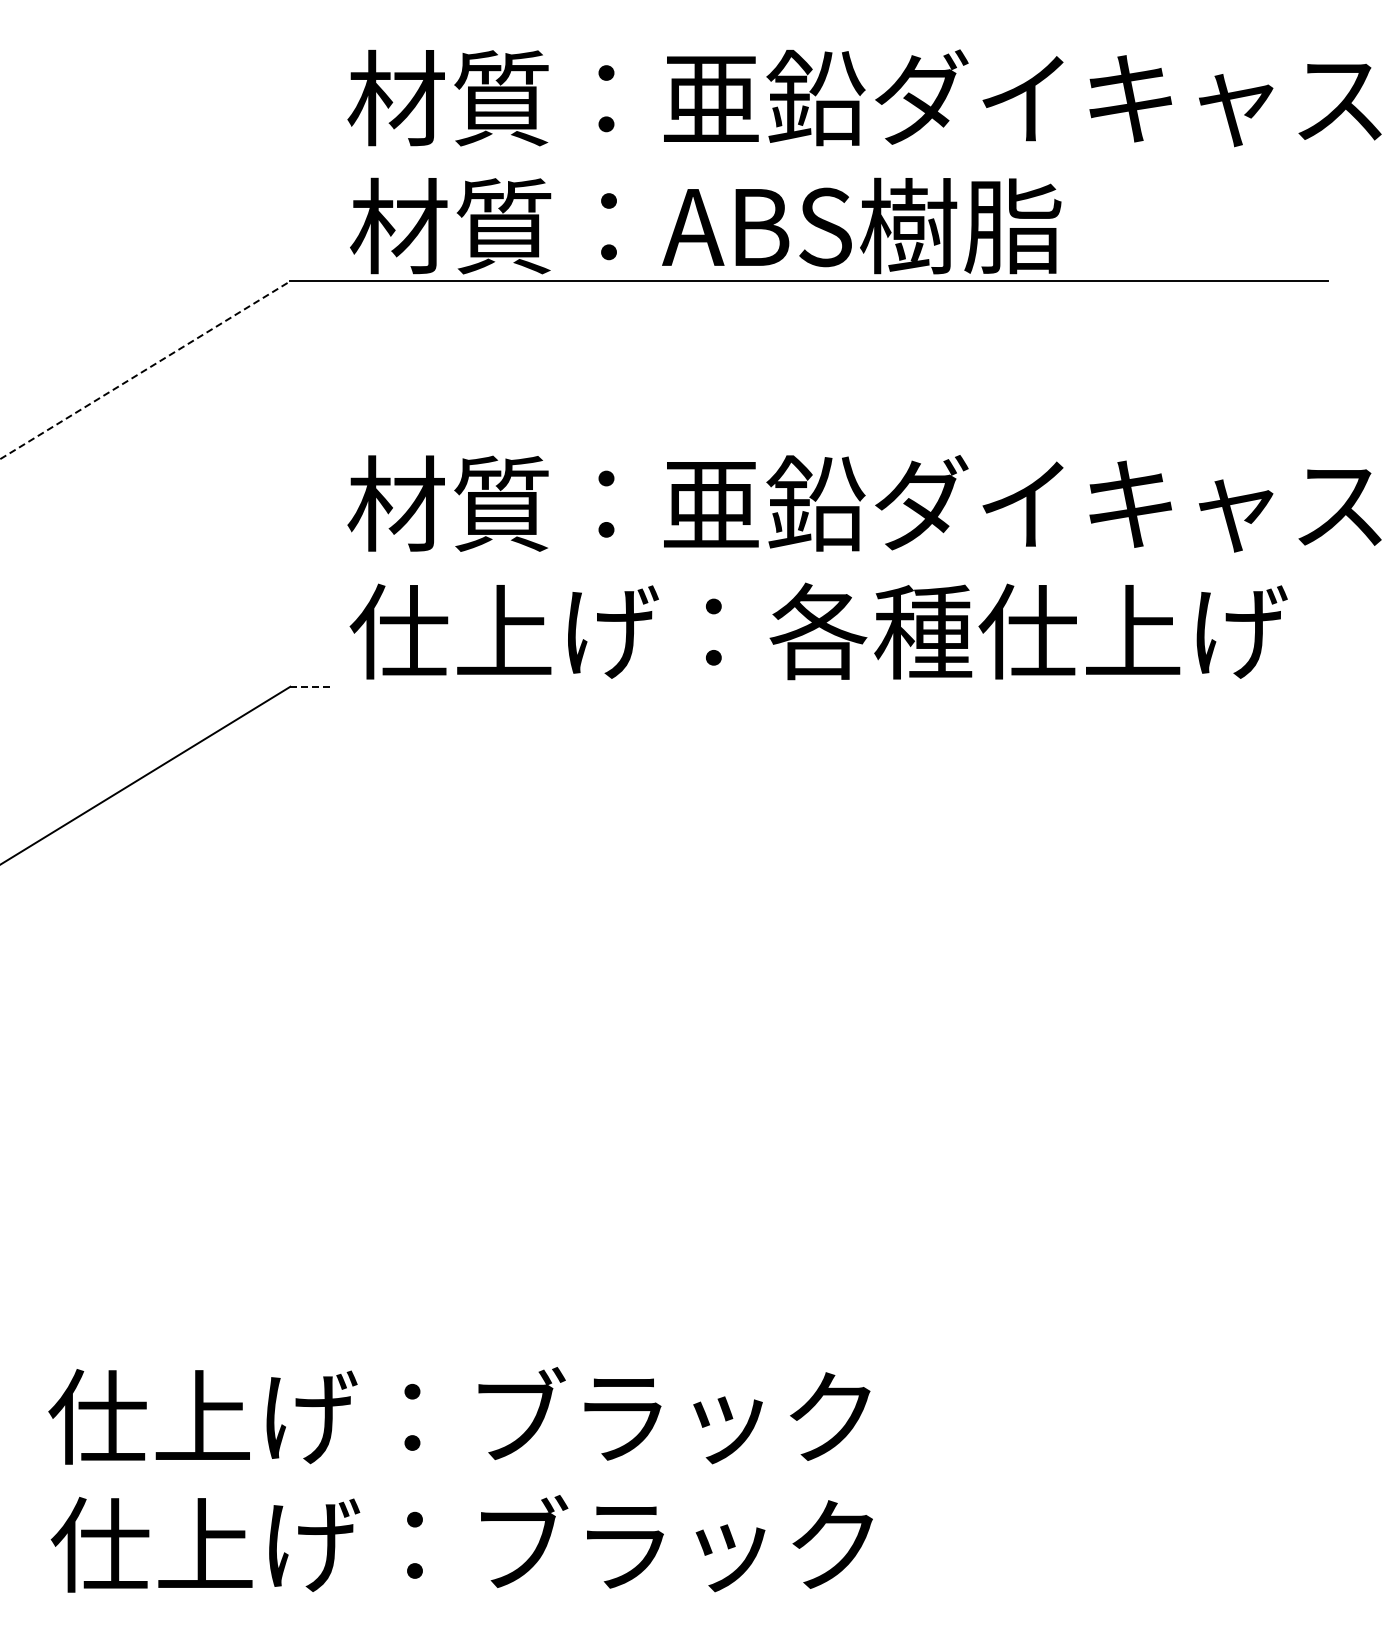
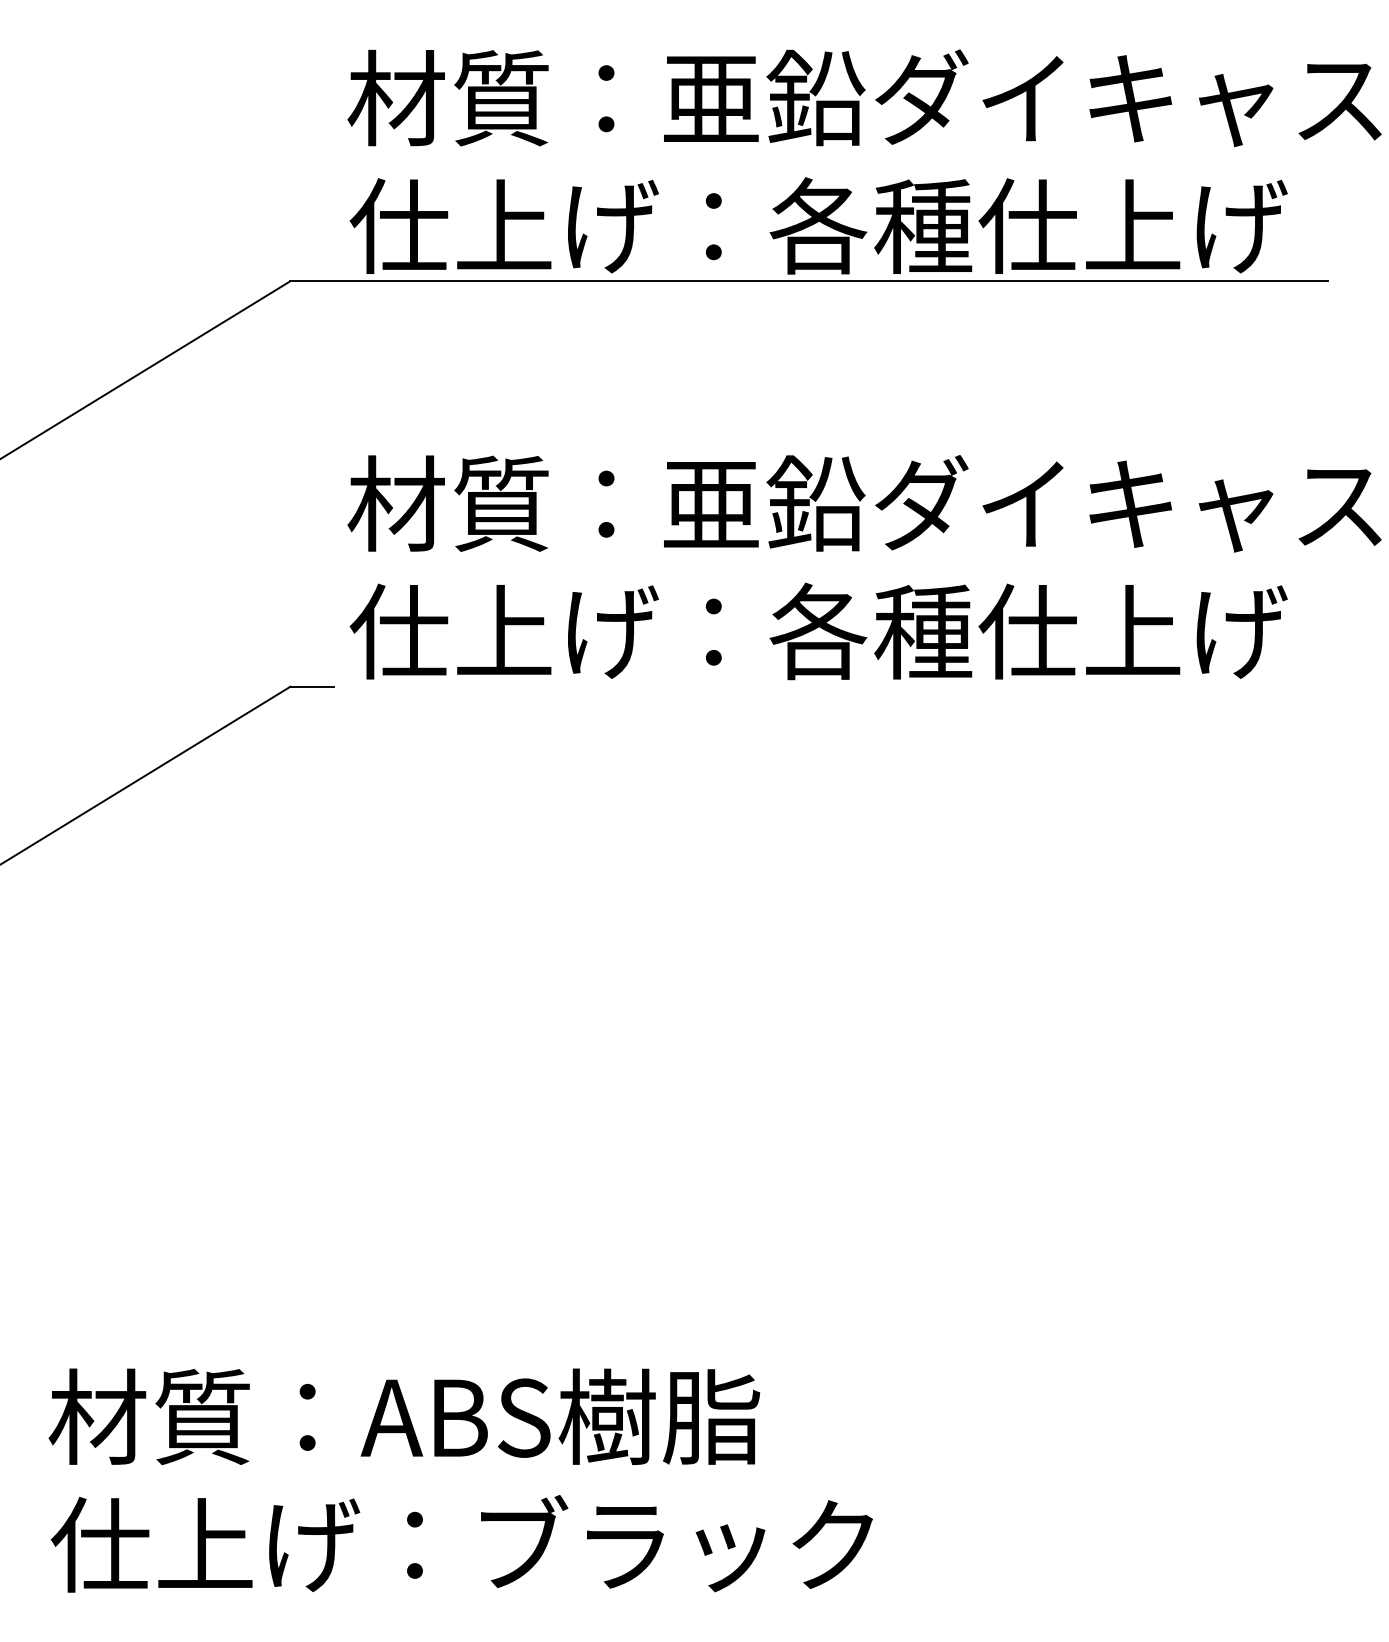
text at (818, 225): 材質：ABS樹脂 -> 仕上げ：各種仕上げ
line at (145, 369): dashed -> solid
line at (312, 686): dashed -> solid
text at (459, 1416): 仕上げ：ブラック -> 材質：ABS樹脂
